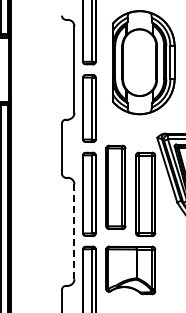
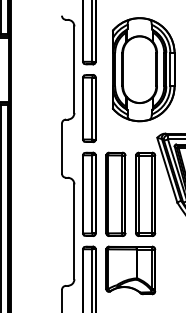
part at (143, 62) position: (143, 62) -> (143, 69)
part at (115, 186) position: (115, 186) -> (115, 193)
line at (74, 232): dashed -> solid
